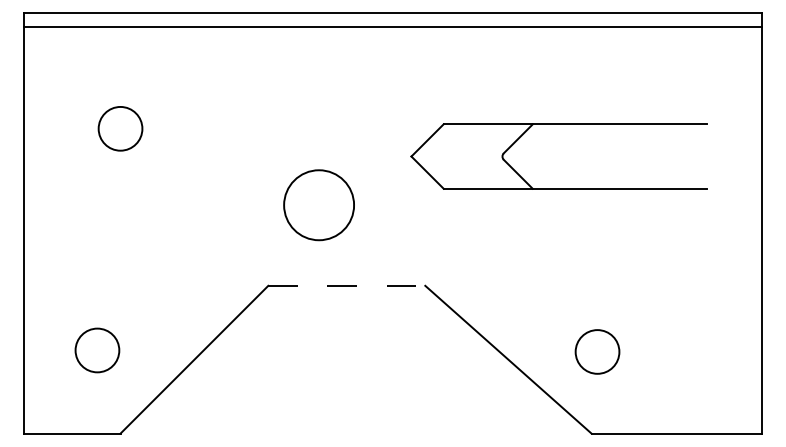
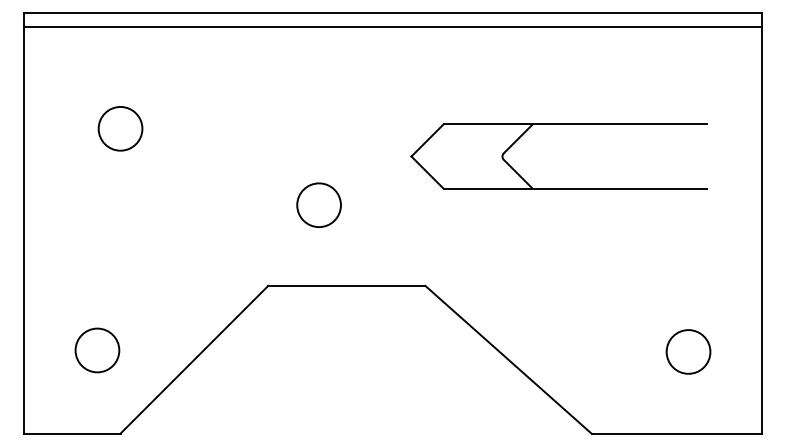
circle at (319, 205) diameter: 70 px -> 44 px
line at (346, 285): dashed -> solid
circle at (597, 351) position: (597, 351) -> (688, 351)
